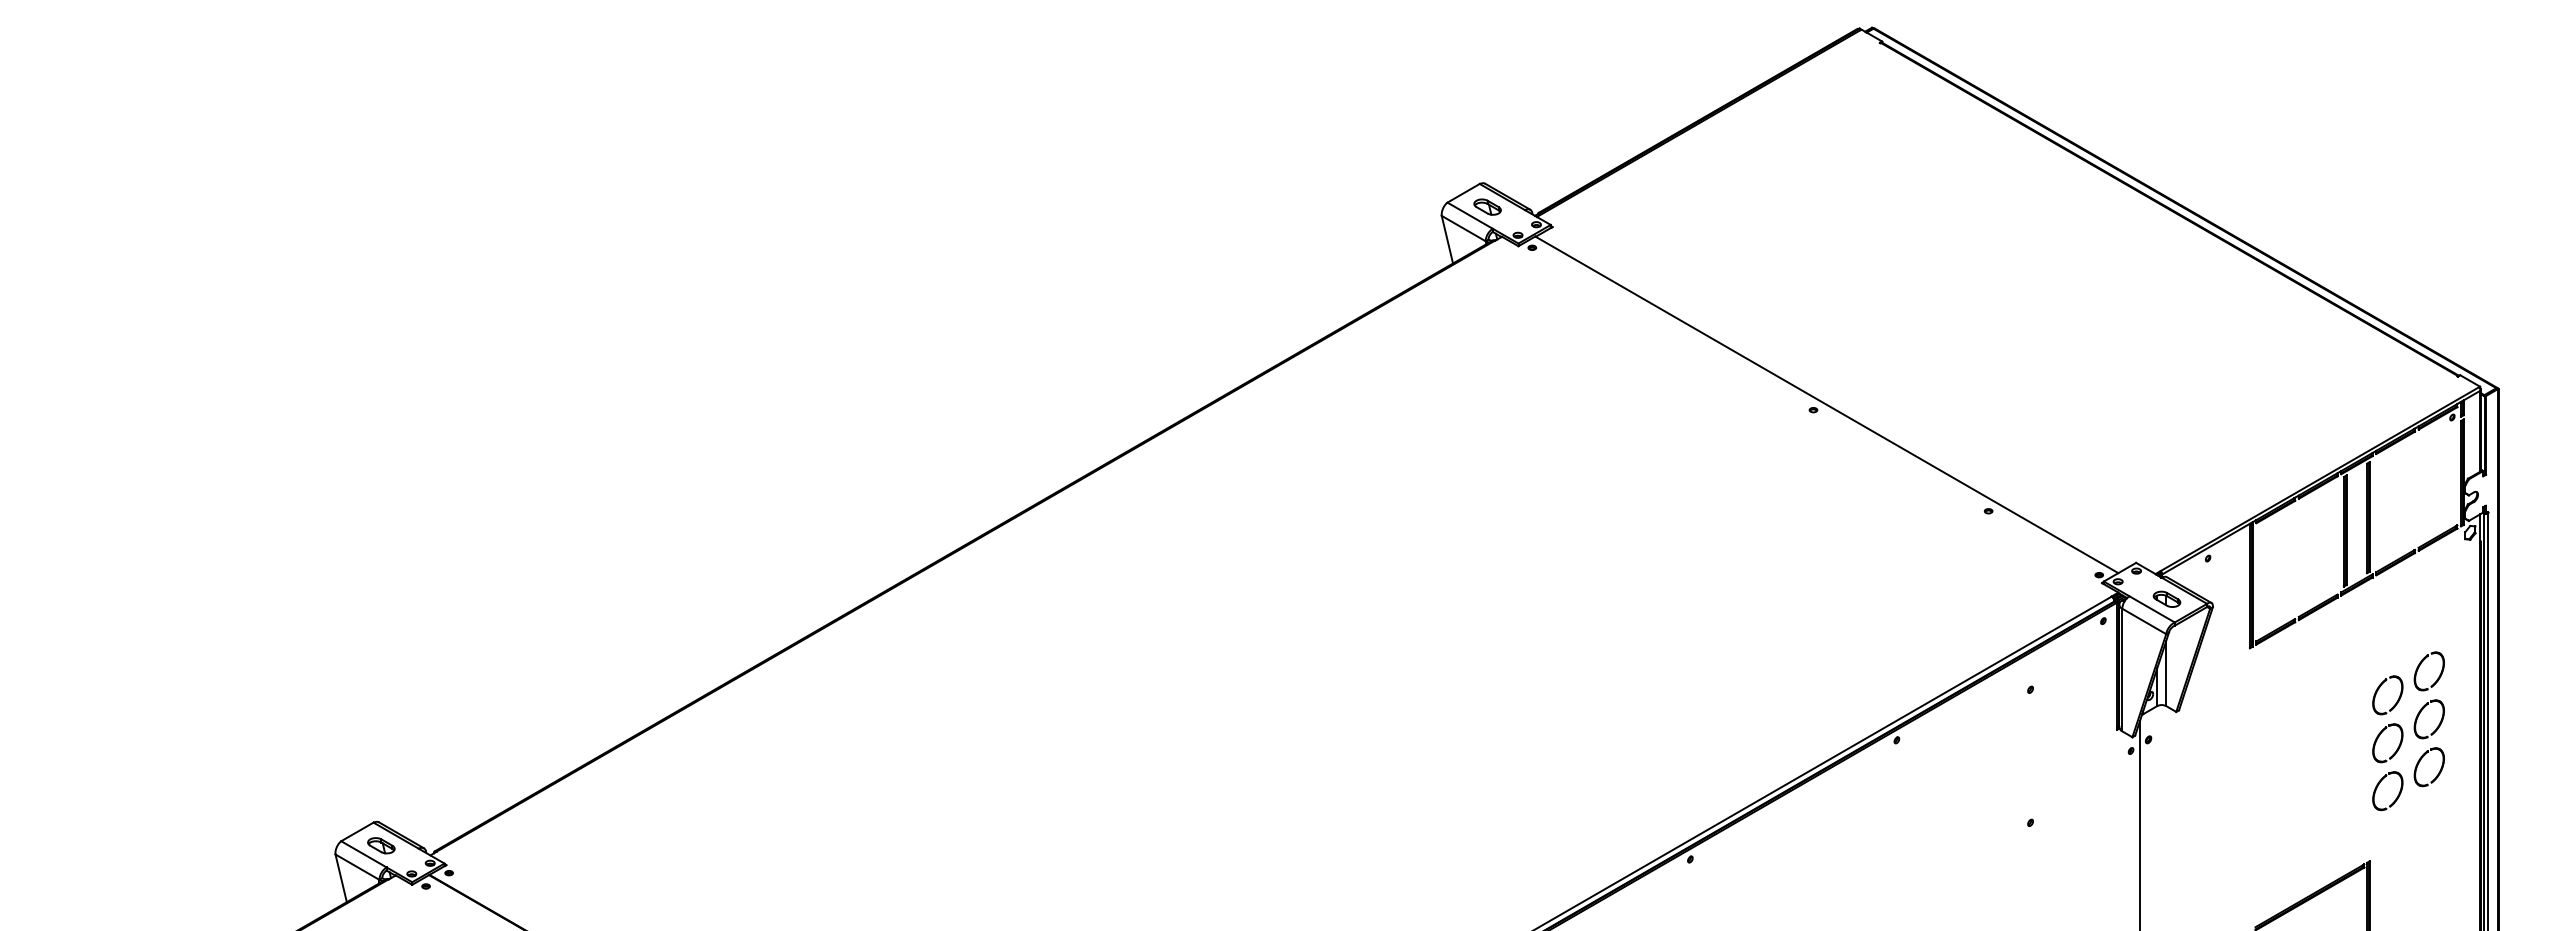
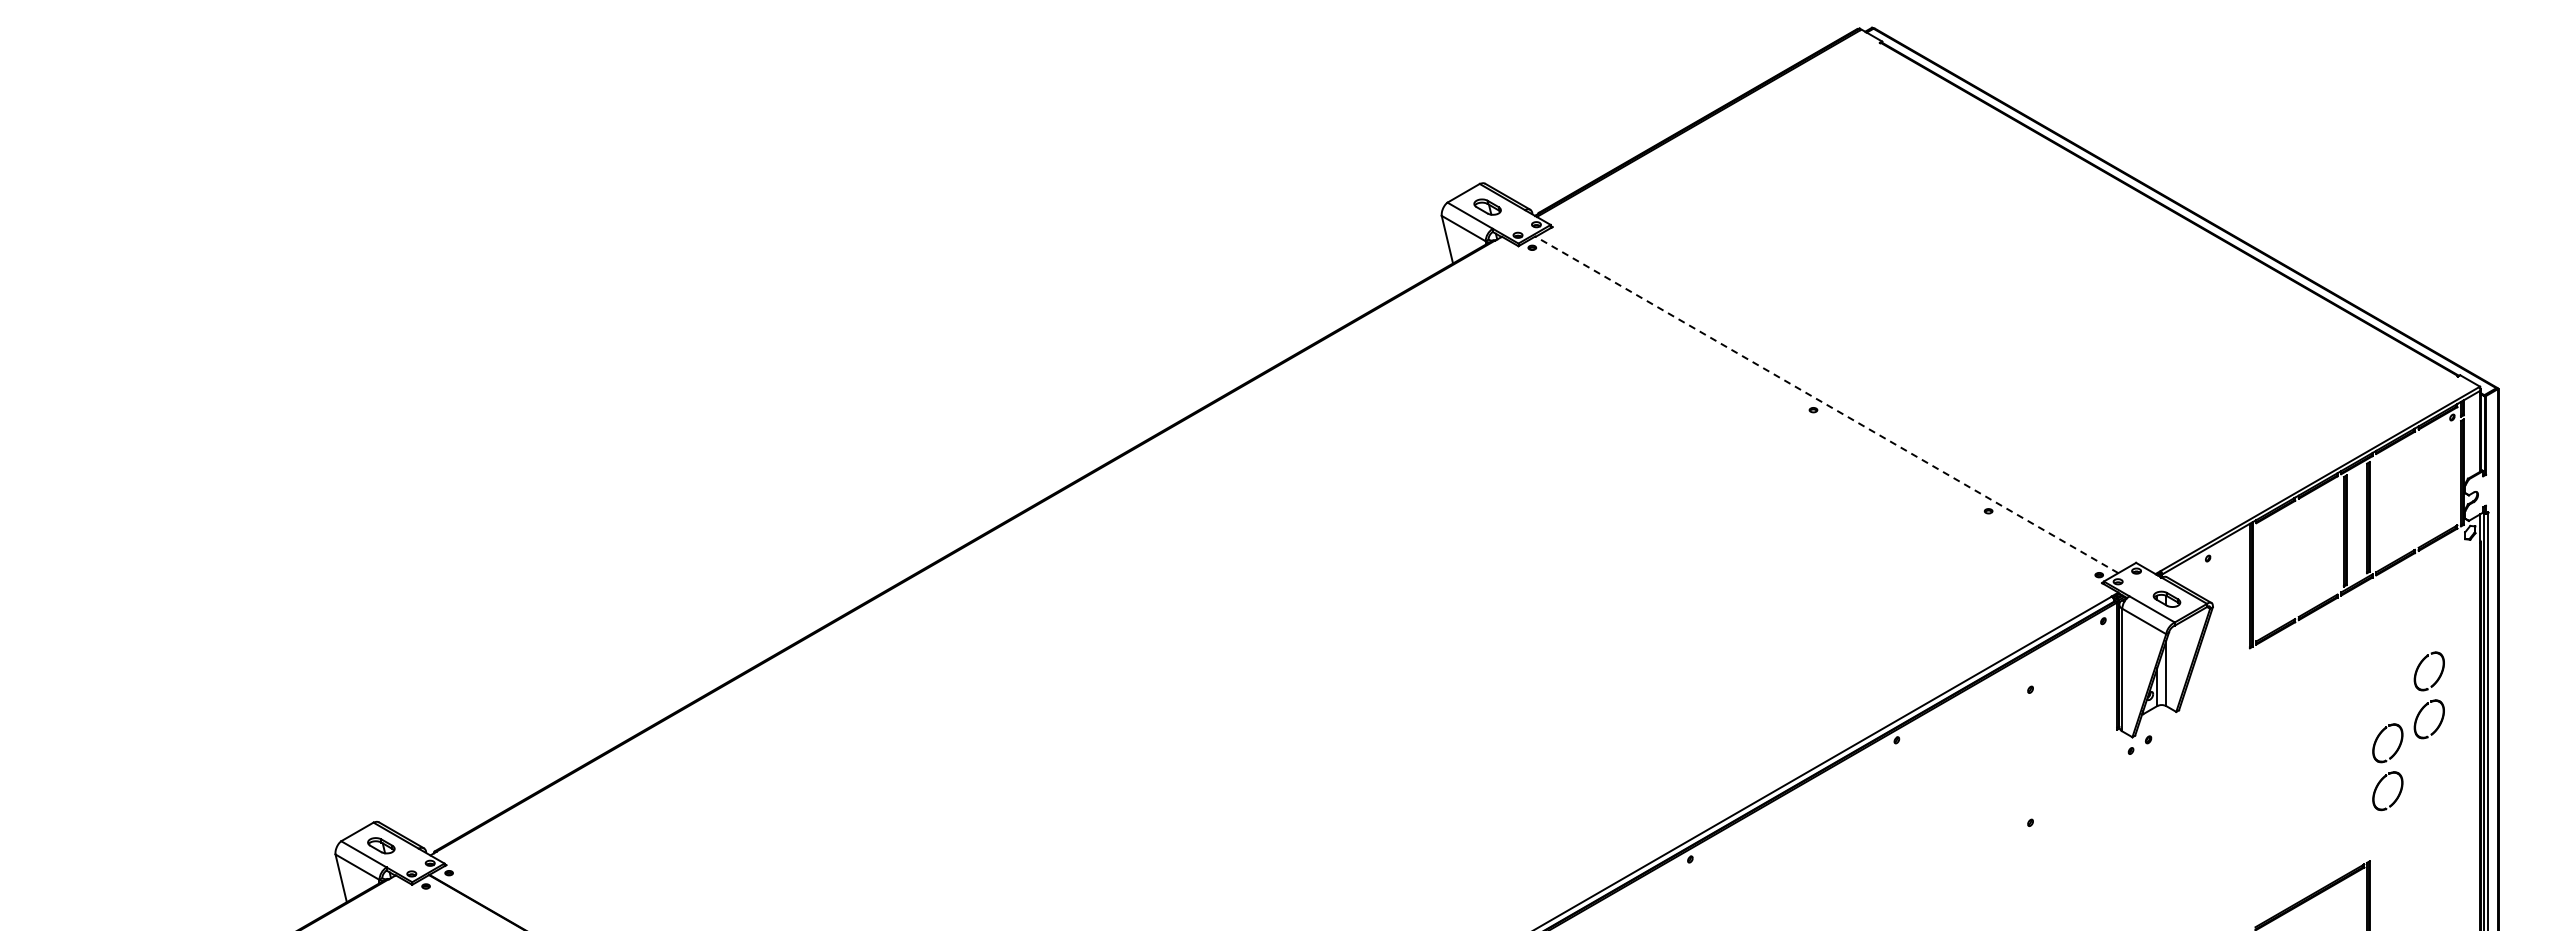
line at (1826, 404): solid -> dashed
part at (2378, 690): present -> none
part at (2419, 763): present -> none
line at (2140, 823): present -> none
